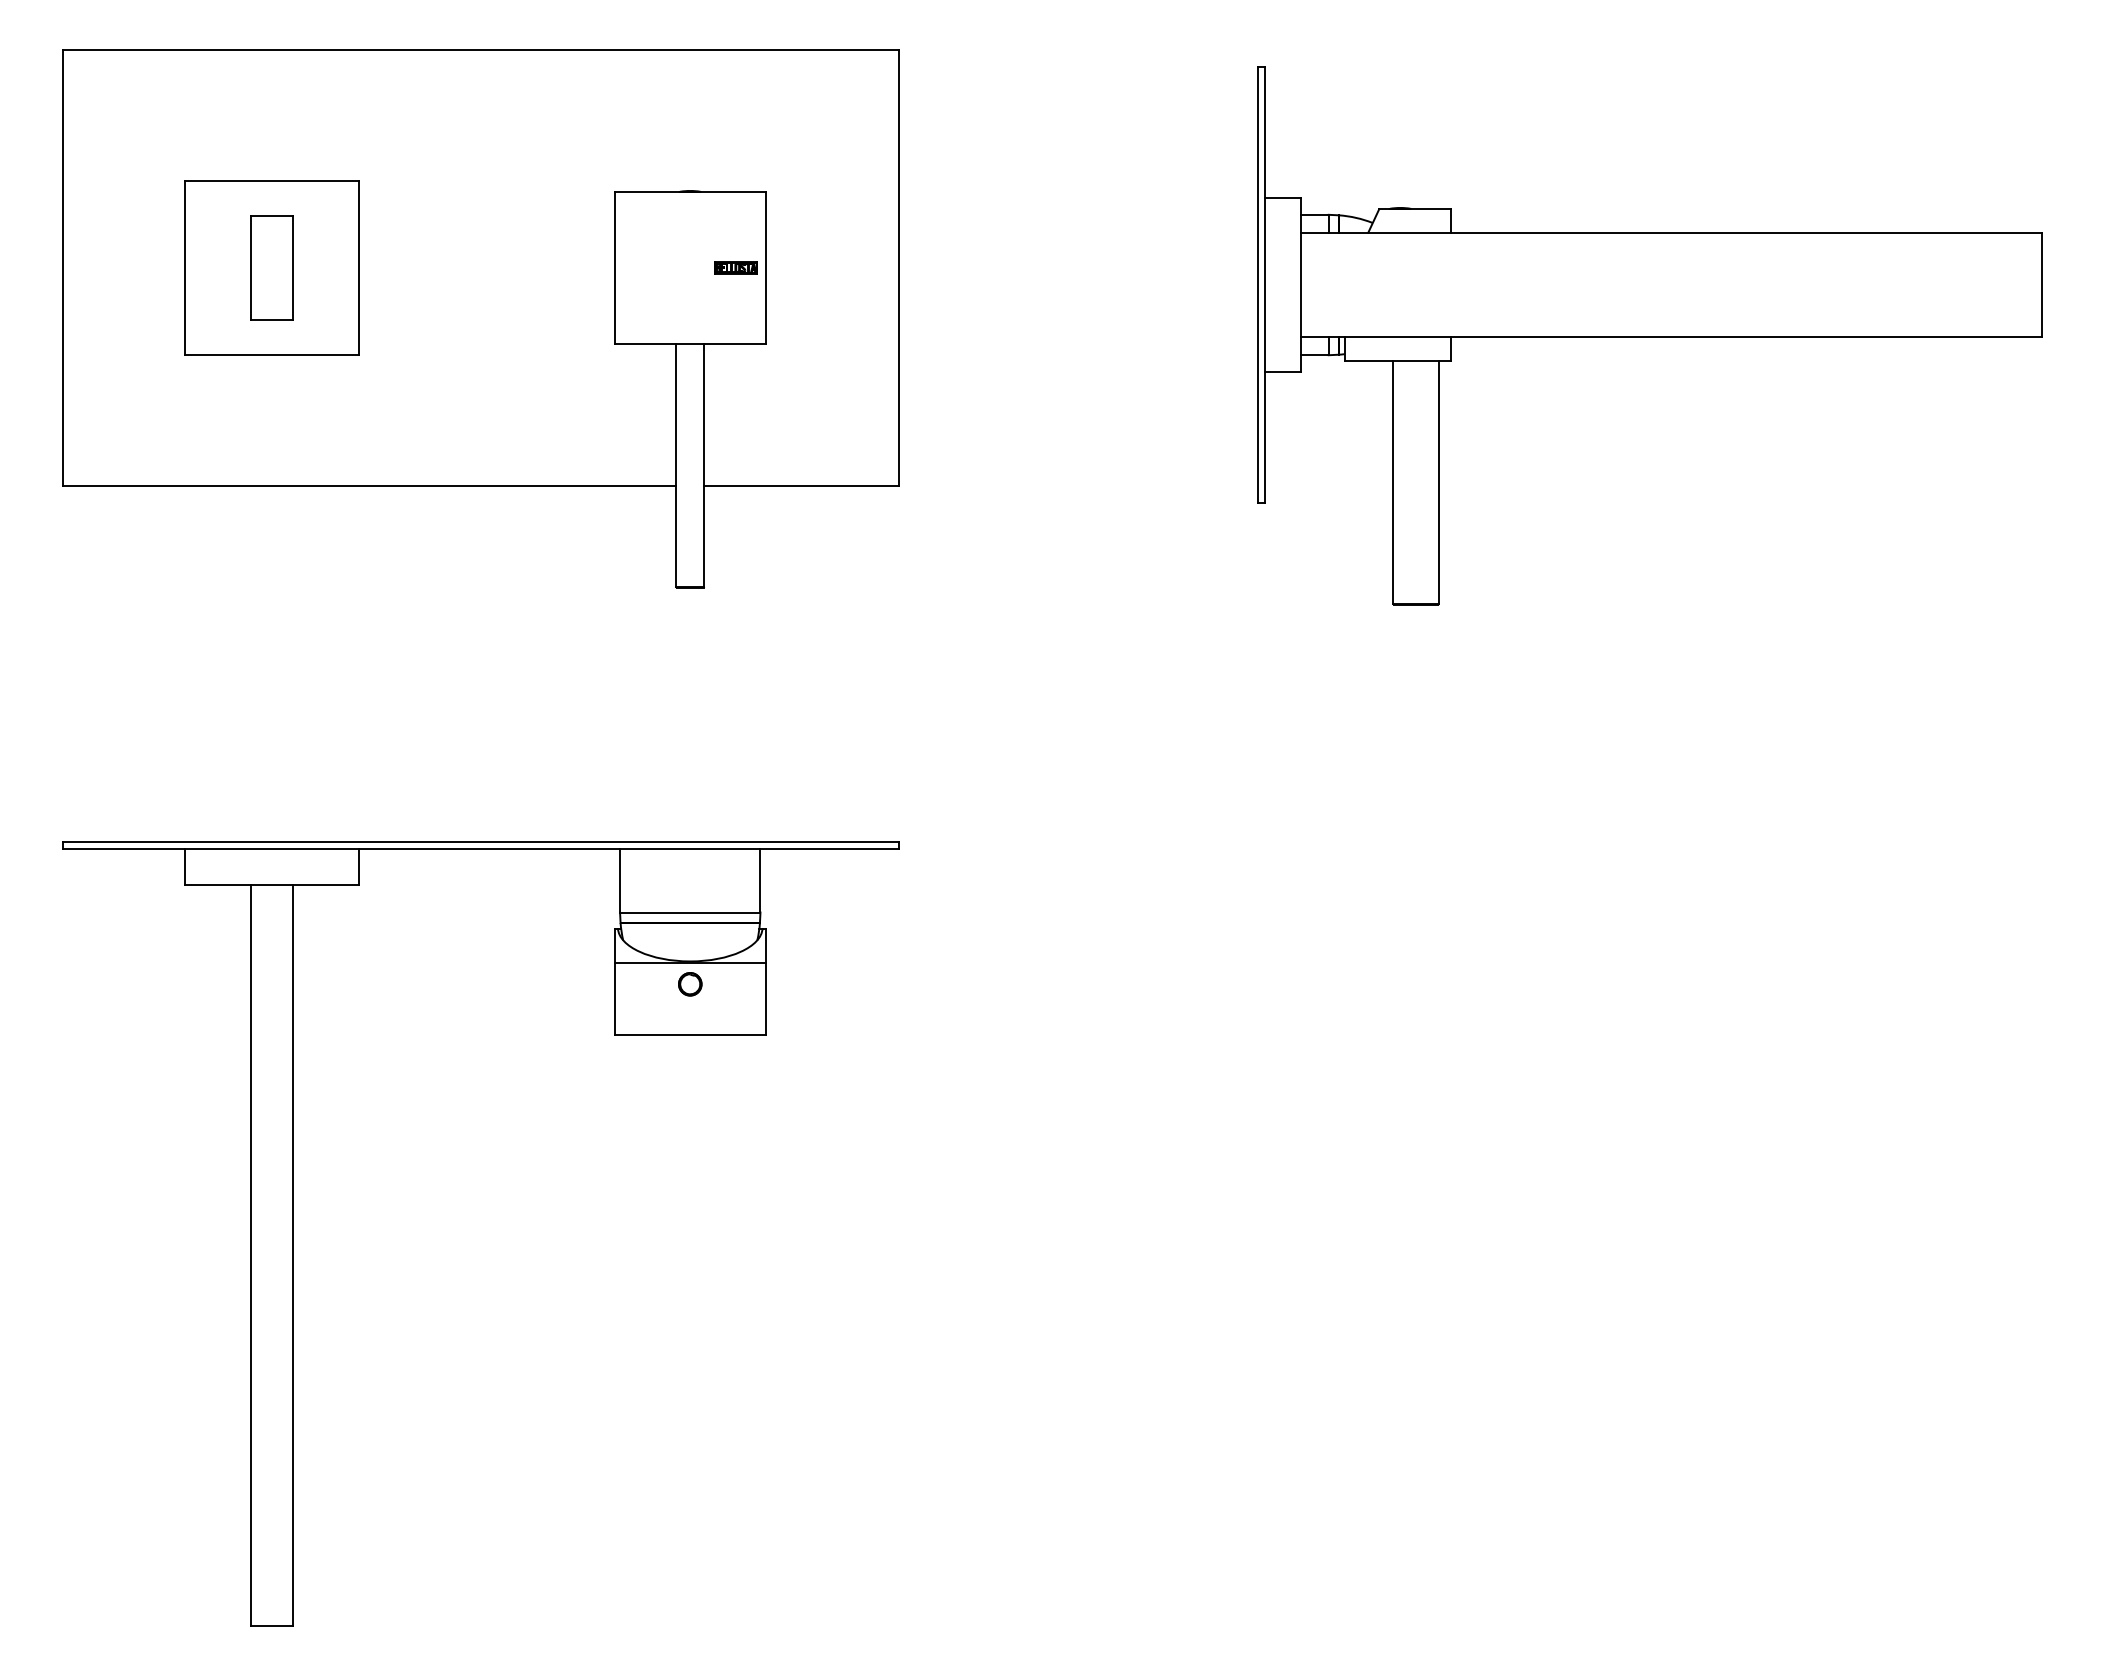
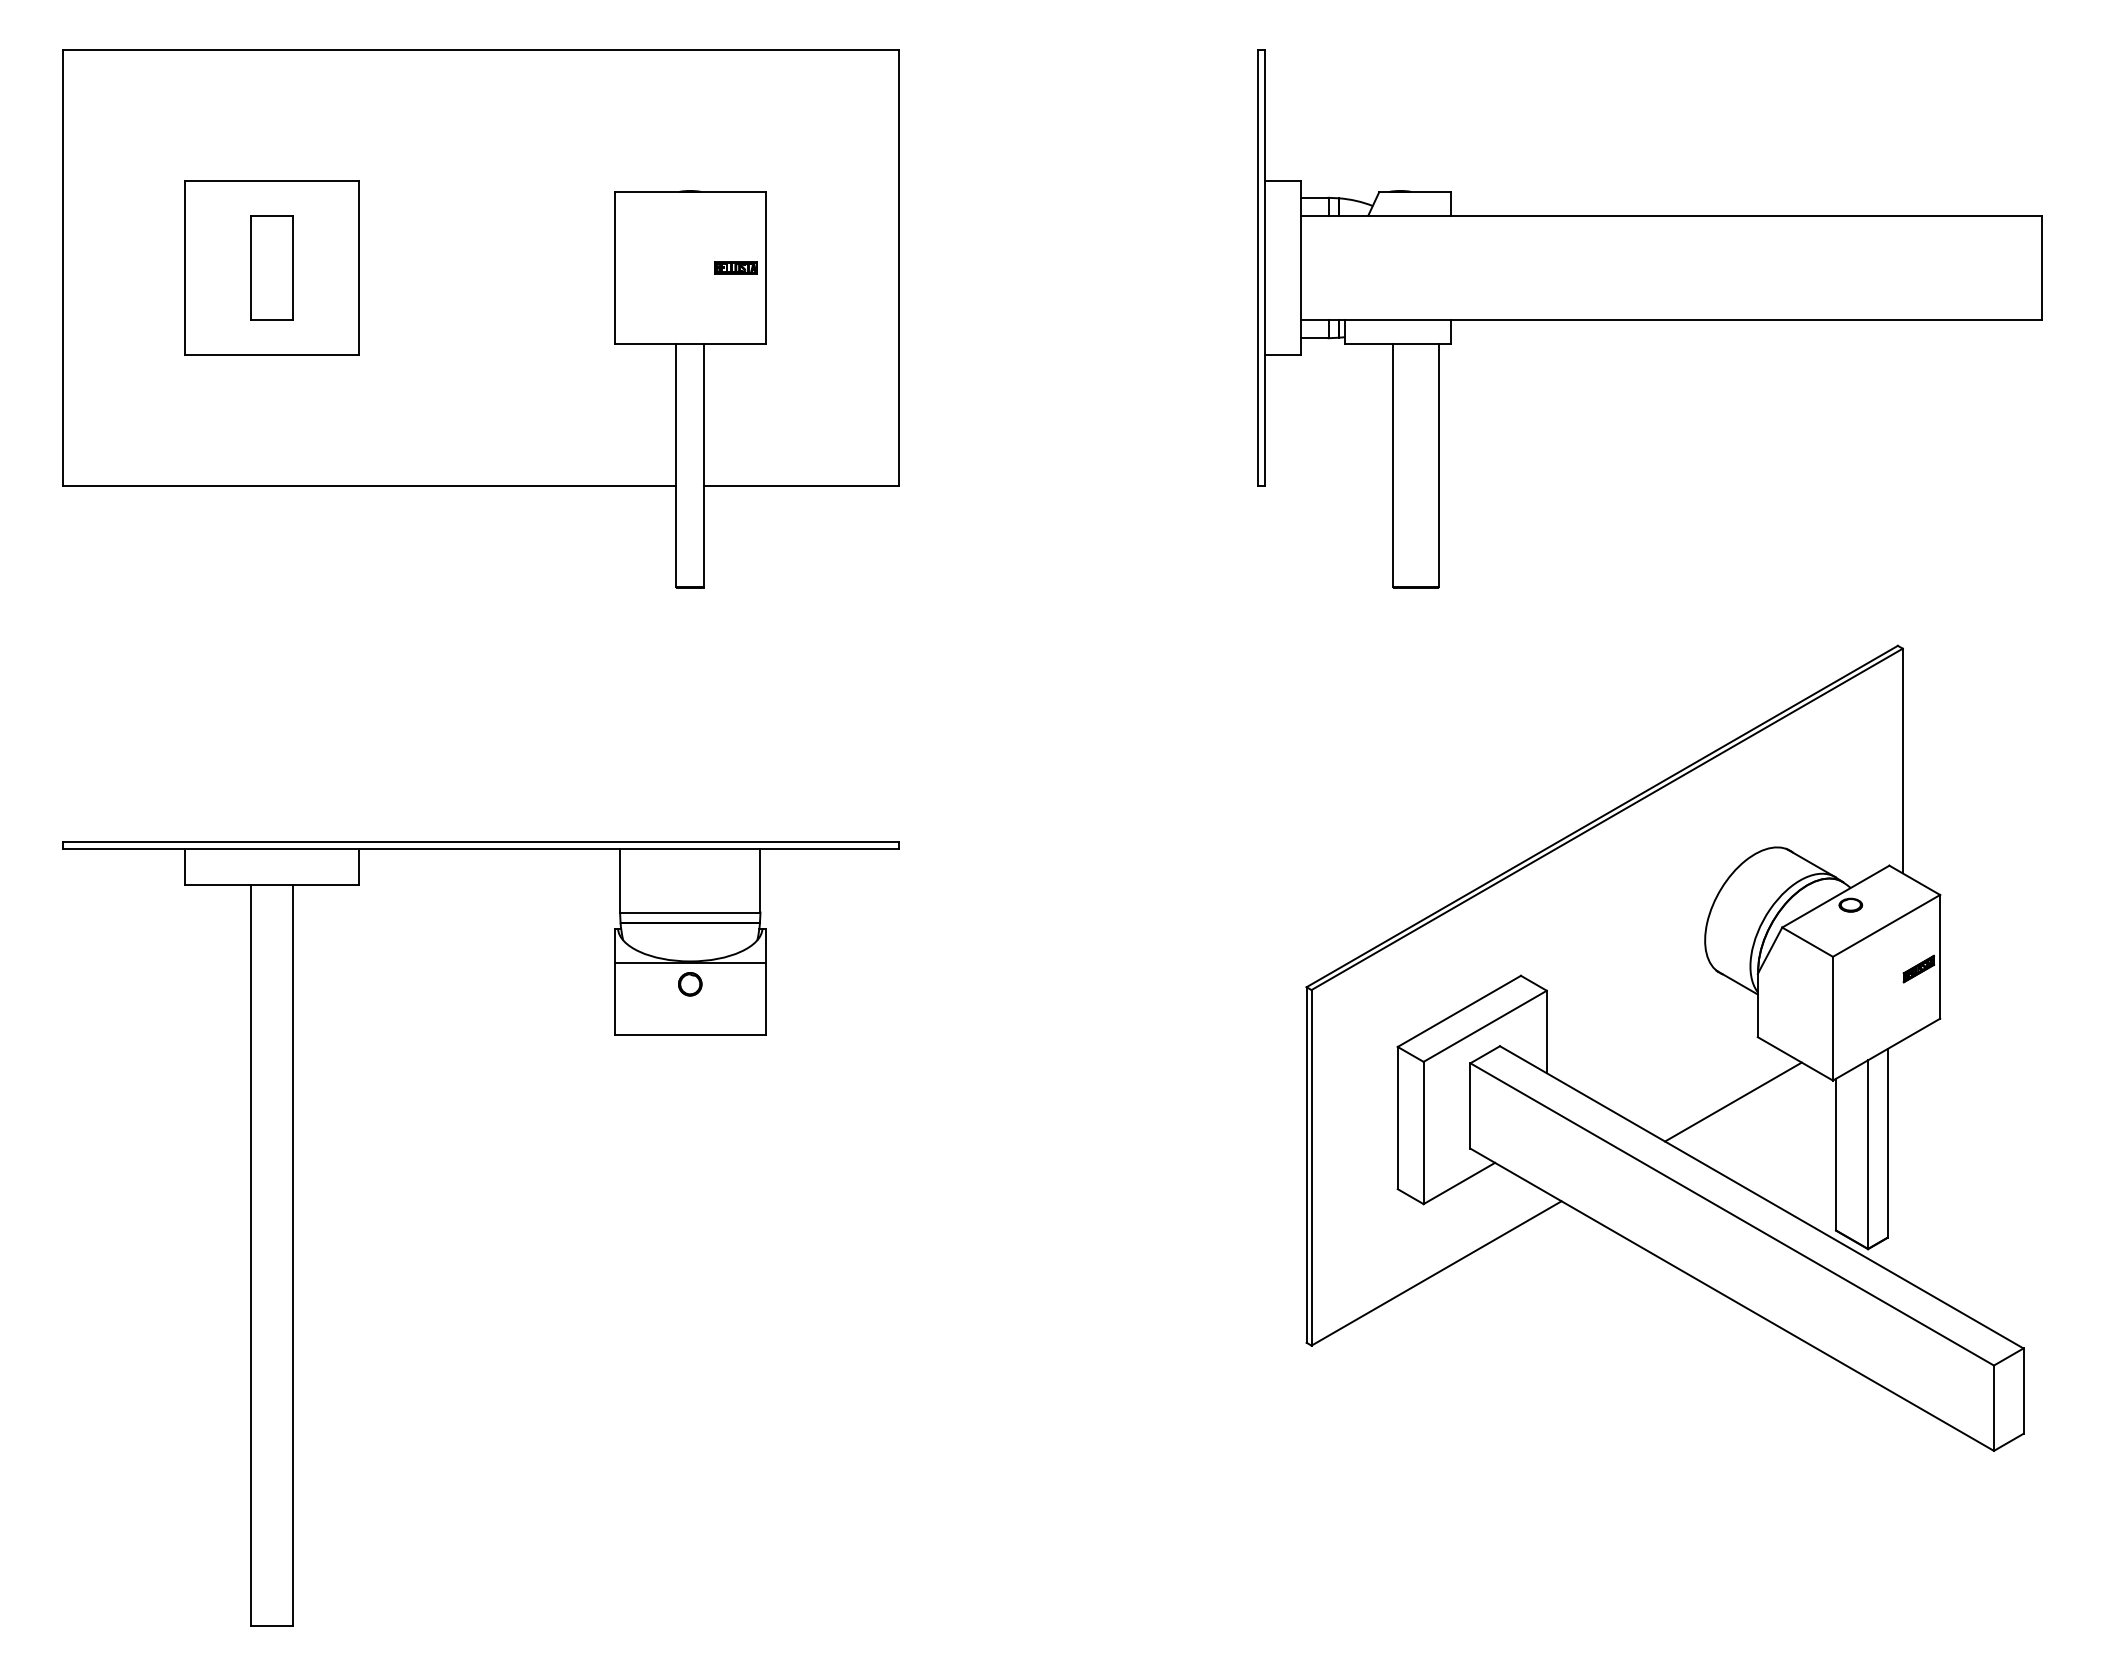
part at (1649, 335) position: (1649, 335) -> (1649, 318)
part at (1664, 1047): none -> present
